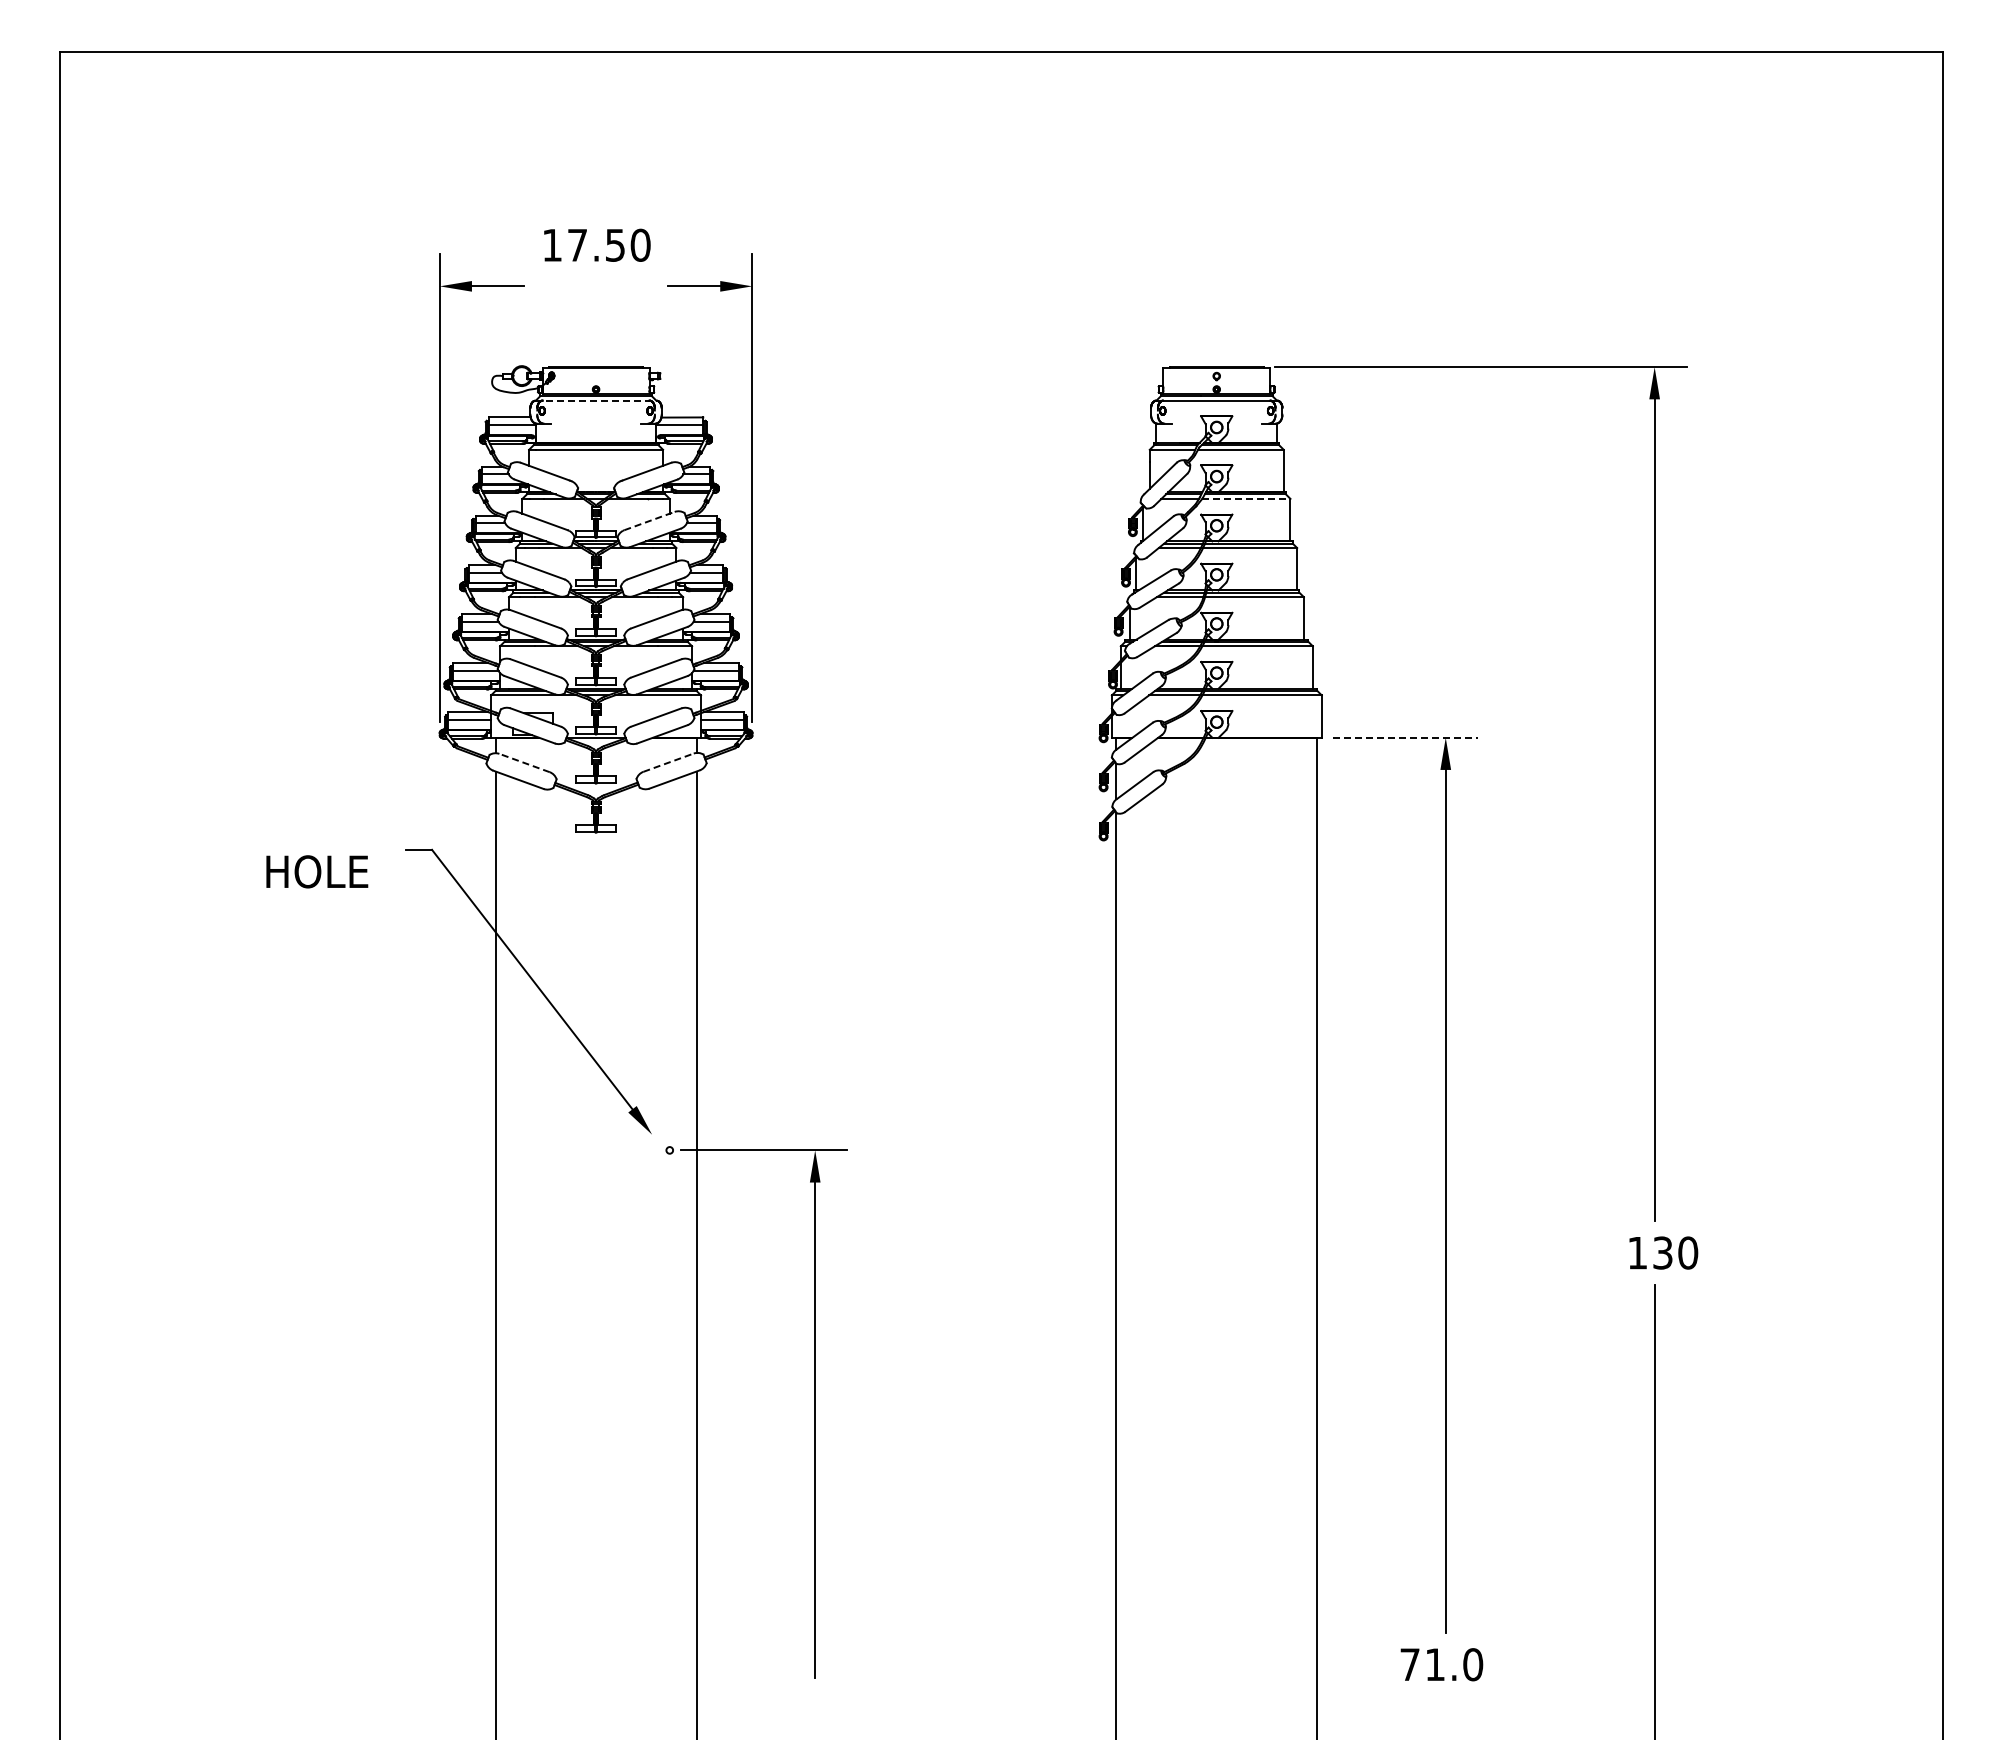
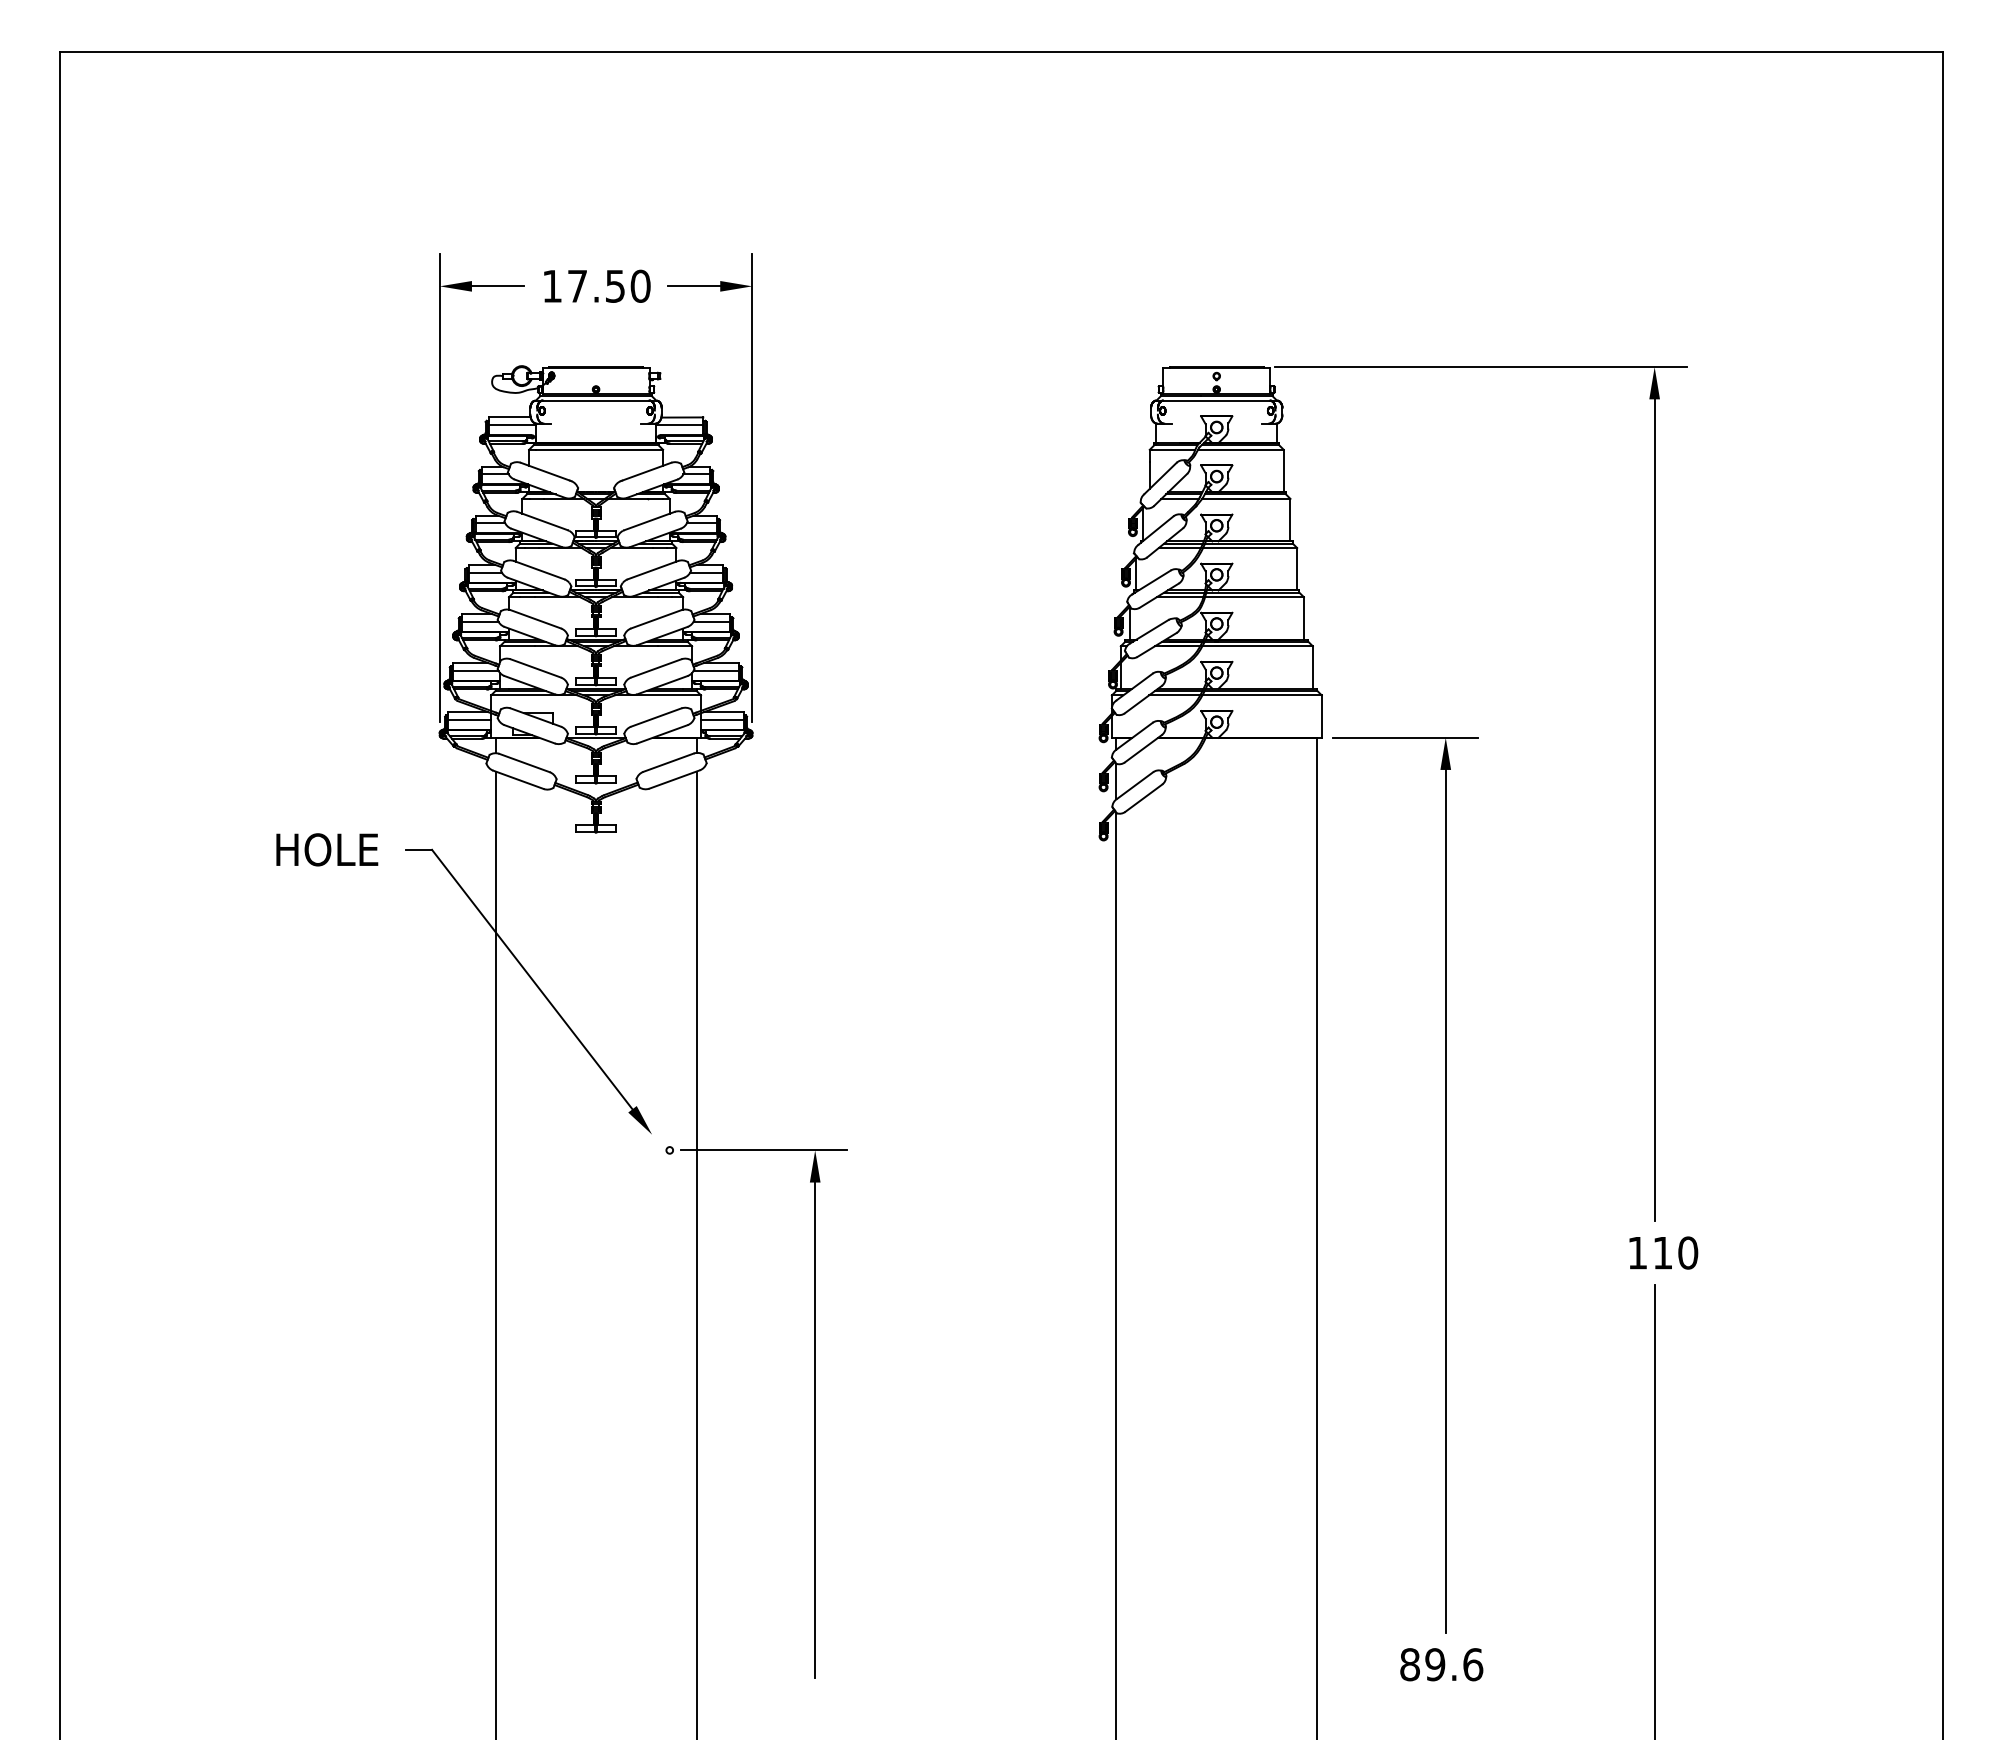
text at (597, 244) position: (597, 244) -> (597, 285)
line at (596, 400): dashed -> solid
line at (1246, 498): dashed -> solid
line at (649, 521): dashed -> solid
line at (1405, 737): dashed -> solid
line at (668, 762): dashed -> solid
line at (524, 763): dashed -> solid
text at (317, 871) position: (317, 871) -> (327, 849)
text at (1662, 1252): 130 -> 110
text at (1441, 1664): 71.0 -> 89.6
